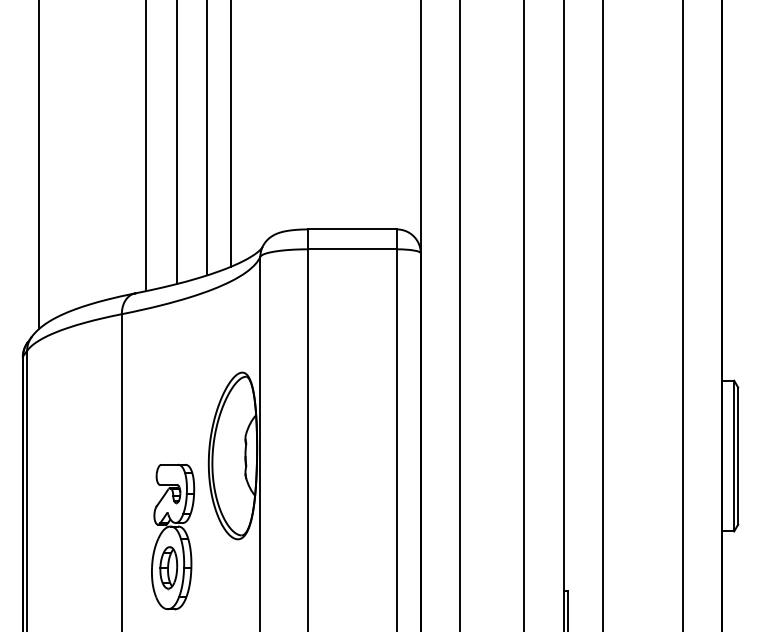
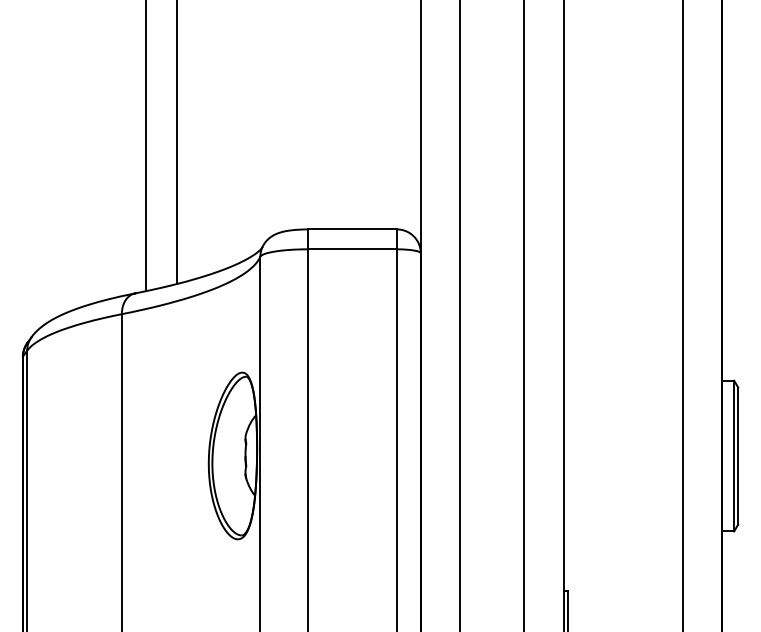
line at (230, 134): present -> none
line at (207, 138): present -> none
line at (39, 165): present -> none
line at (603, 315): present -> none
part at (173, 536): present -> none
